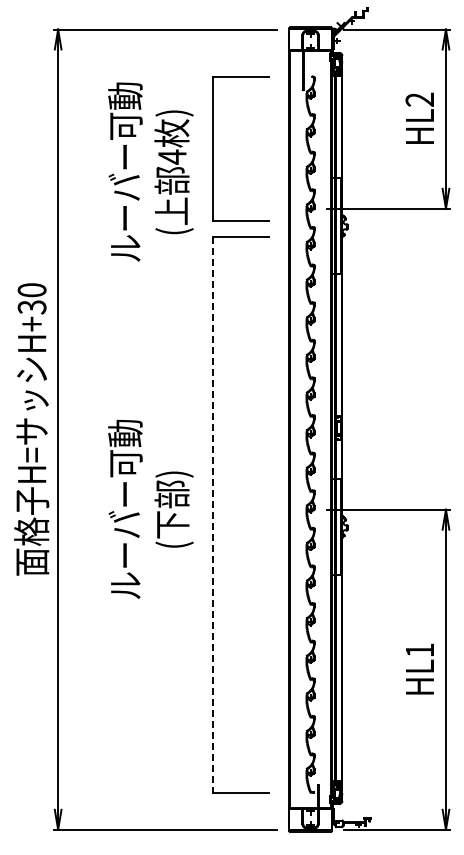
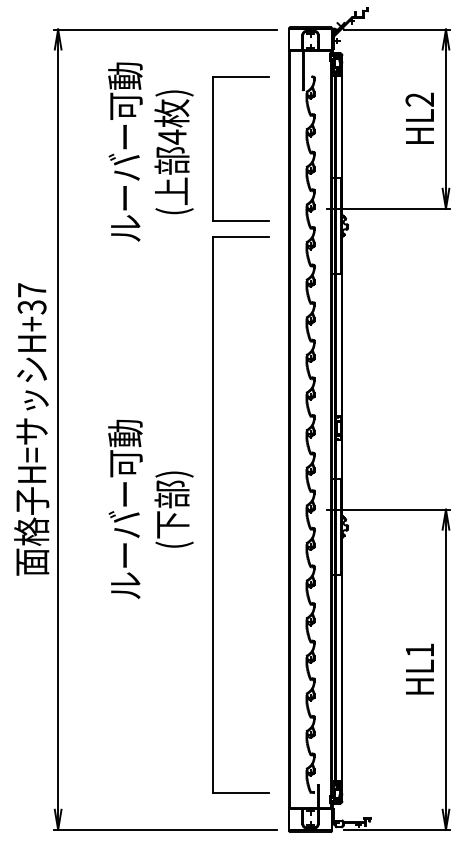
text at (150, 171) position: (150, 171) -> (150, 151)
text at (31, 290): H+30 -> H+37
line at (213, 515): dashed -> solid
